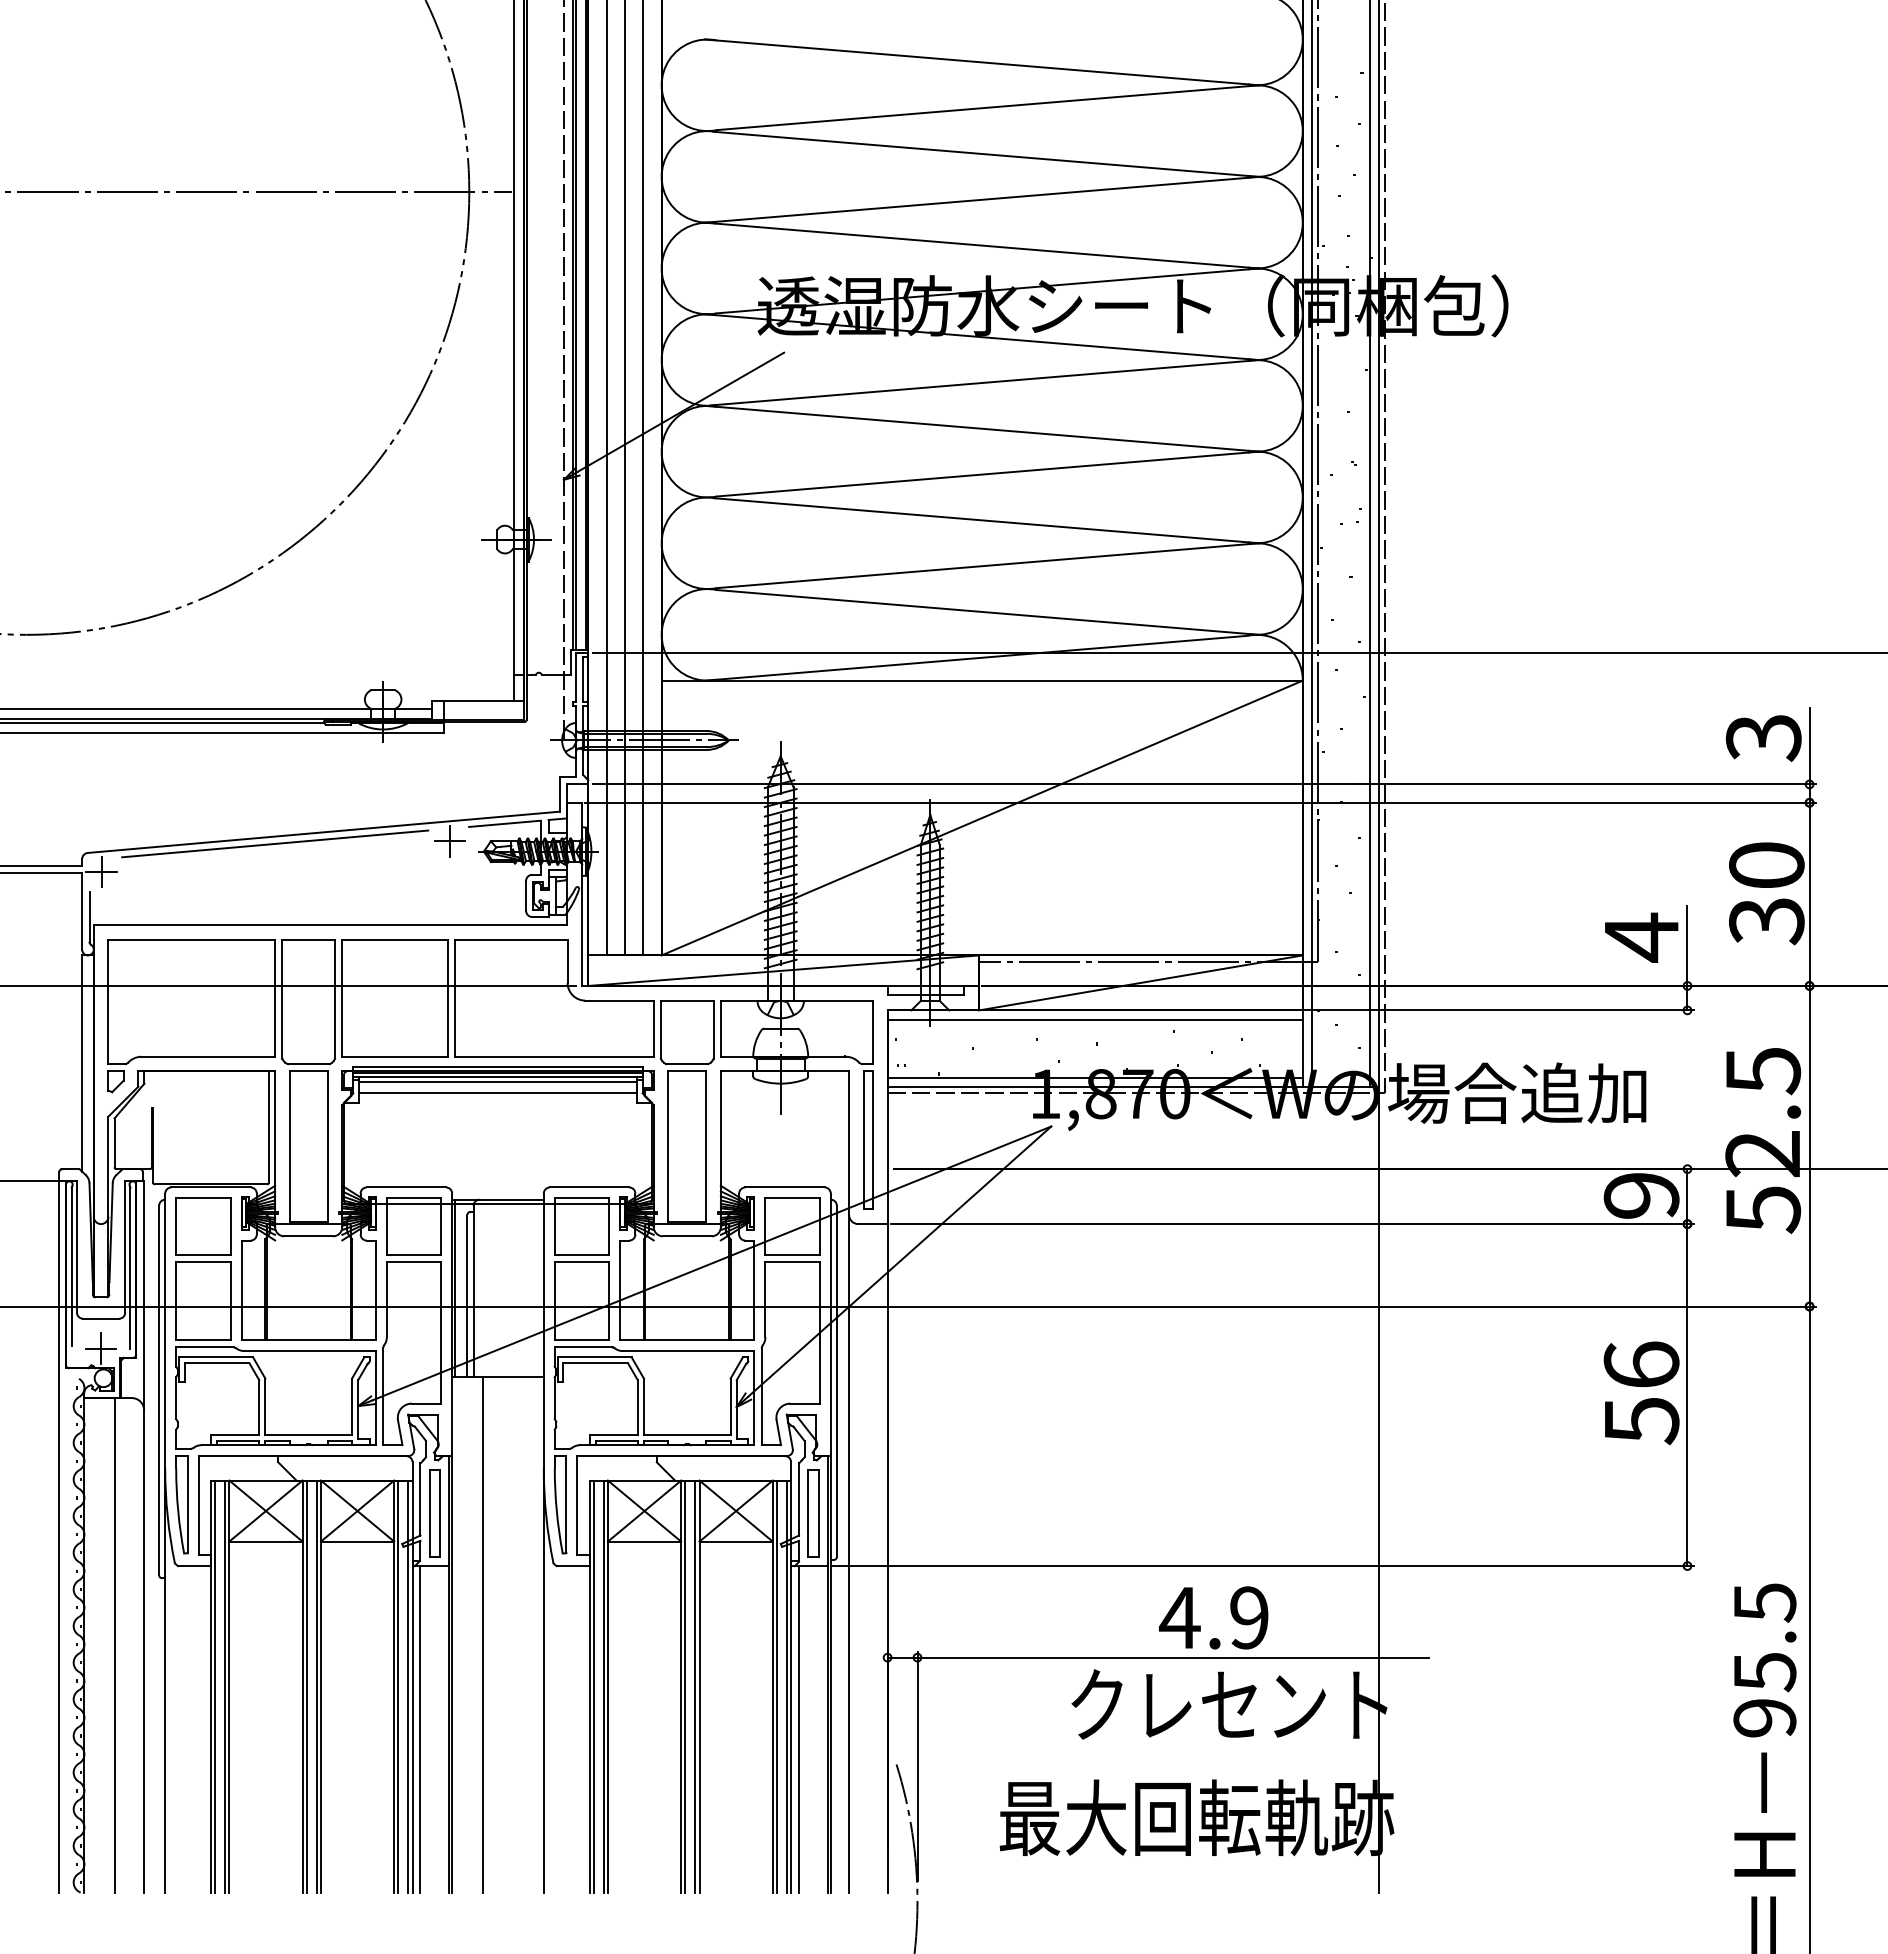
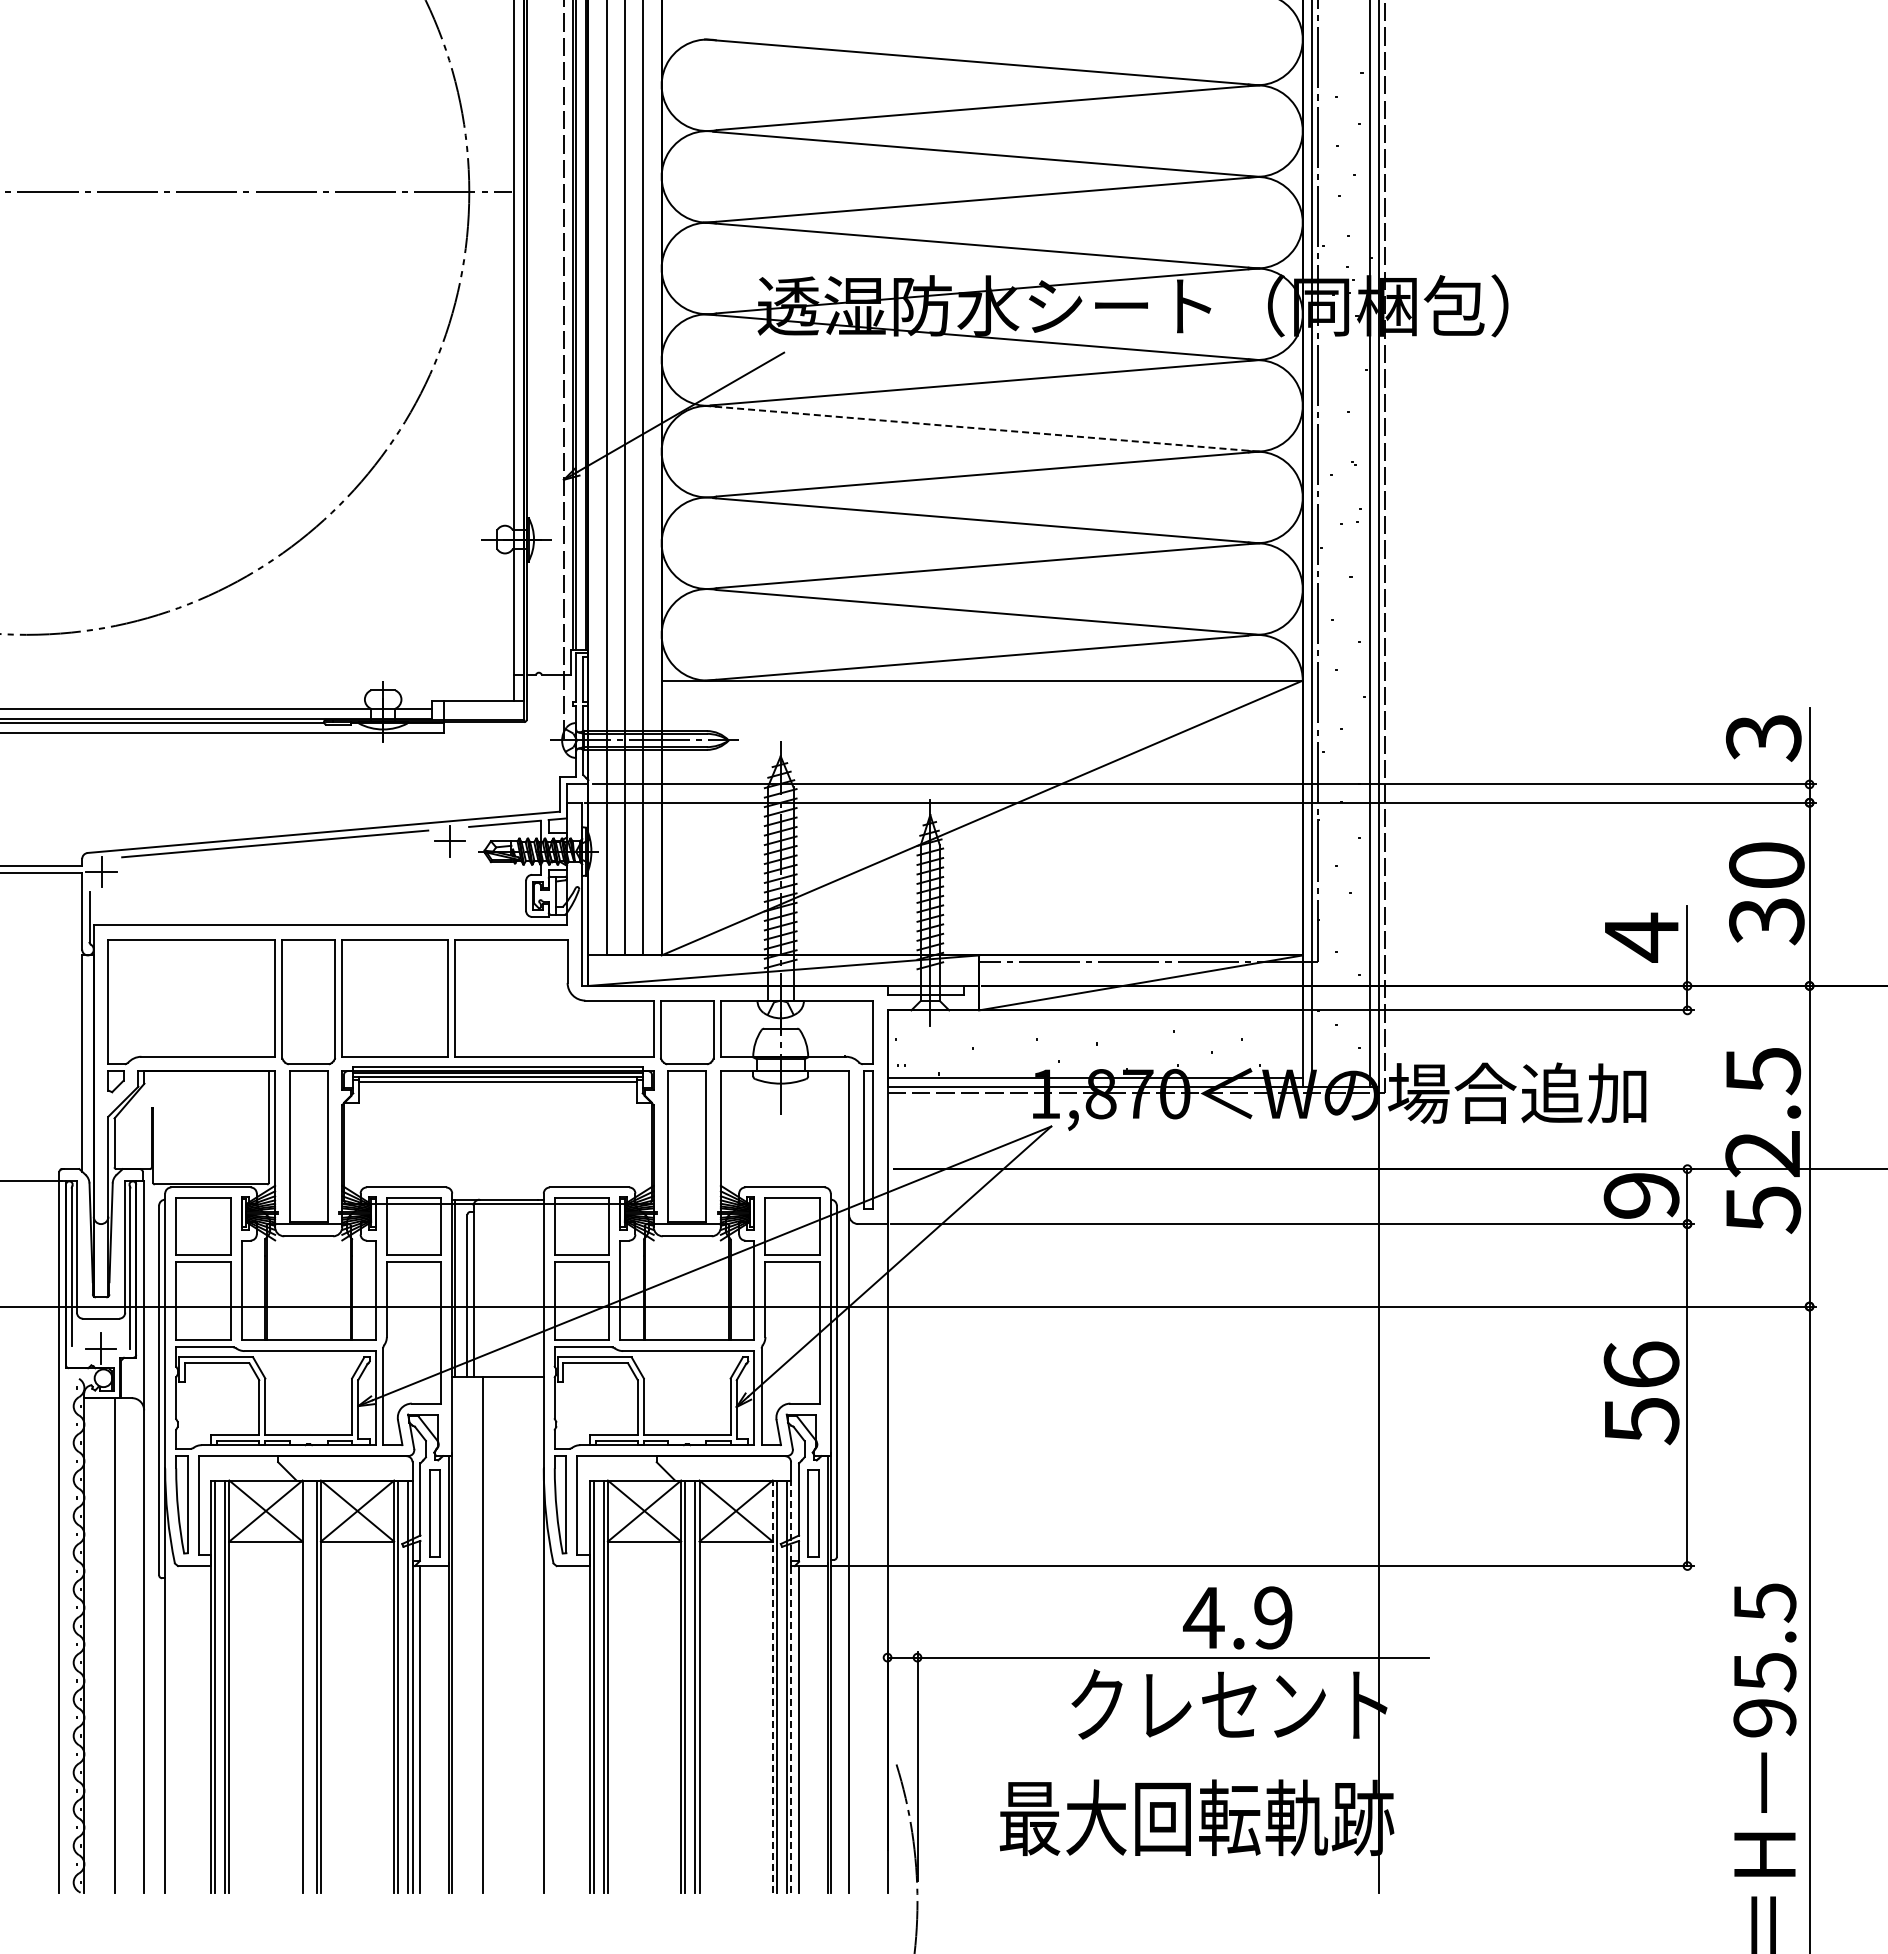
line at (981, 428): solid -> dashed
line at (1238, 653): present -> none
line at (289, 985): present -> none
line at (1094, 1019): present -> none
line at (497, 1093): present -> none
text at (1213, 1617) position: (1213, 1617) -> (1237, 1617)
line at (306, 1686): present -> none
line at (772, 1686): solid -> dashed
line at (791, 1686): solid -> dashed
